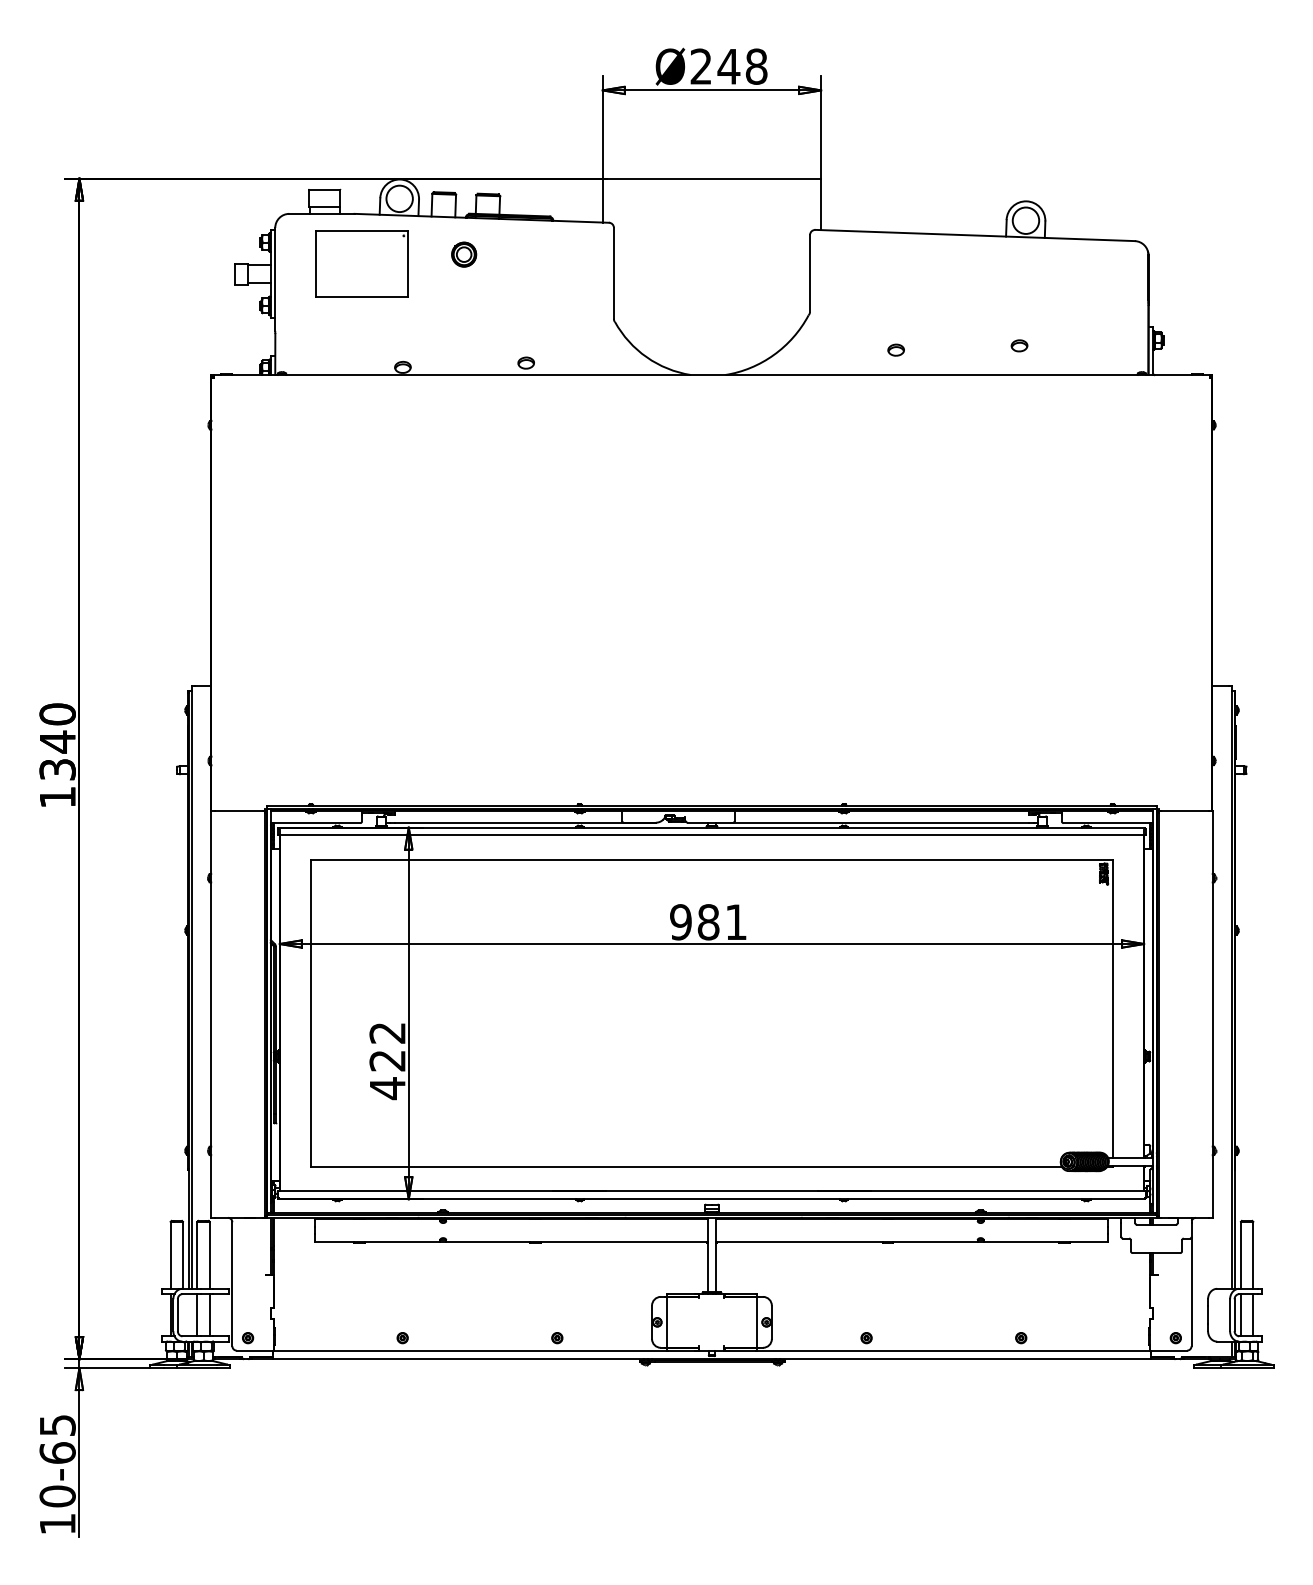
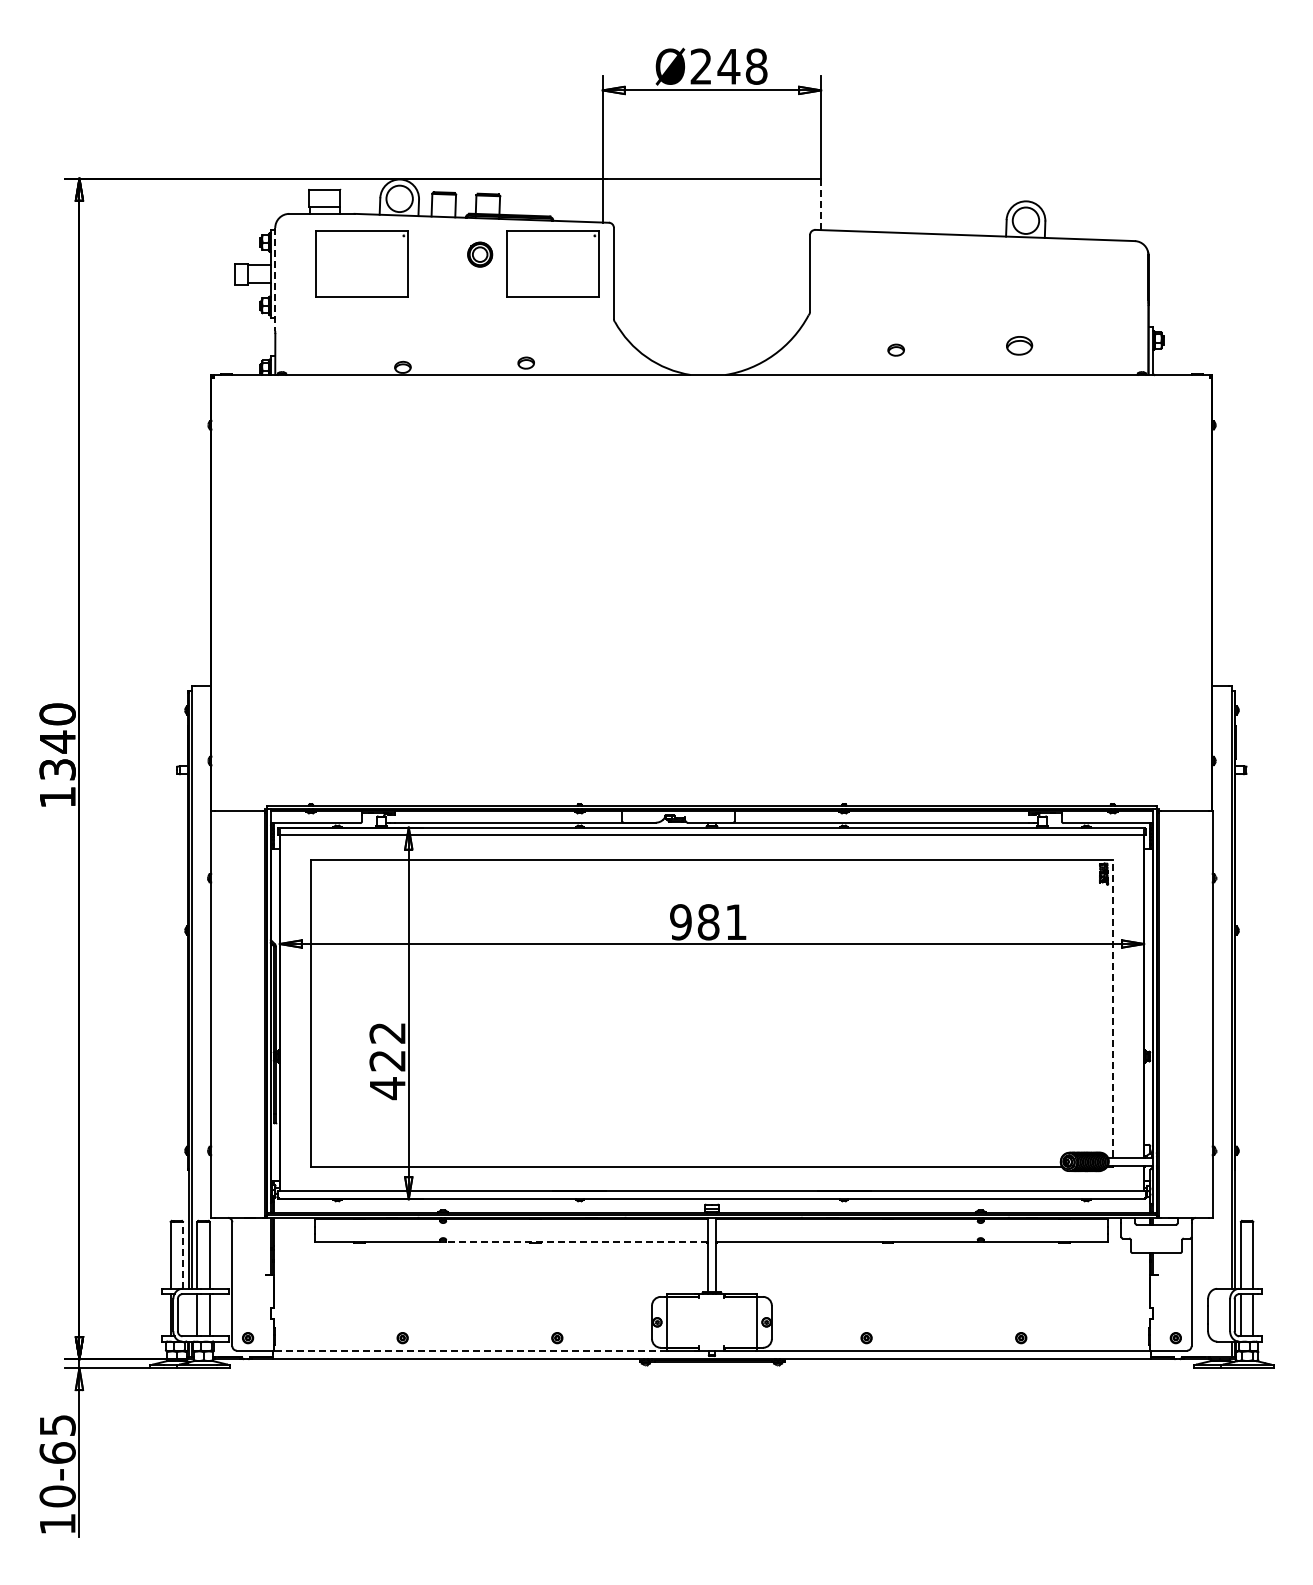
line at (821, 204): solid -> dashed
part at (464, 254) position: (464, 254) -> (480, 254)
part at (552, 263): none -> present
line at (275, 279): solid -> dashed
part at (1019, 345) size: 19x14 px -> 28x20 px
line at (1113, 1008): solid -> dashed
line at (576, 1242): solid -> dashed
line at (182, 1254): solid -> dashed
line at (470, 1350): solid -> dashed
